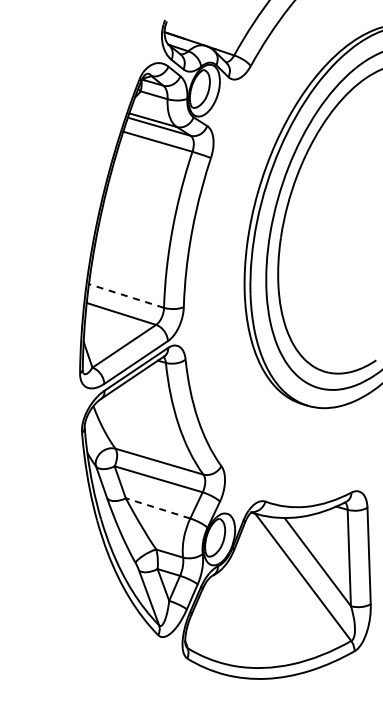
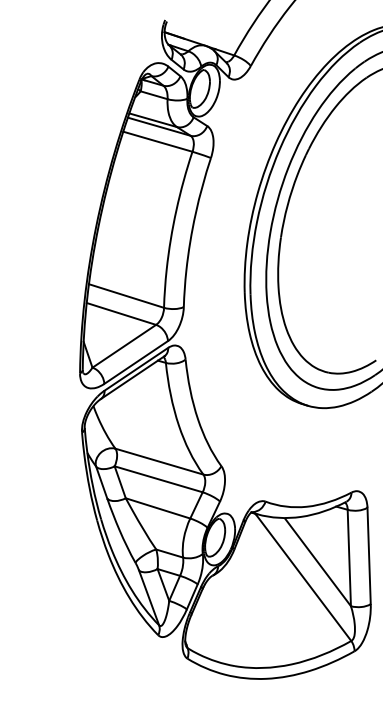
line at (126, 295): dashed -> solid
line at (158, 508): dashed -> solid
